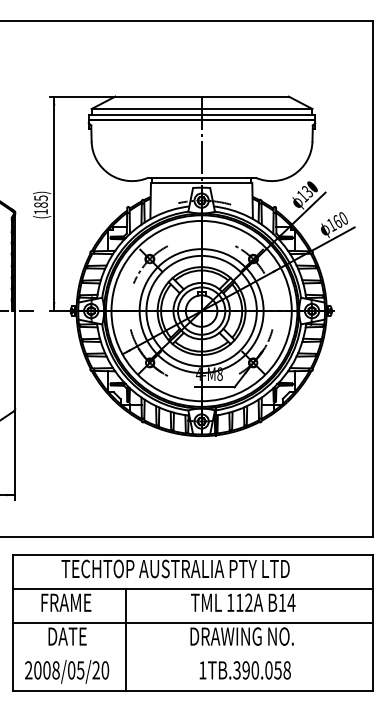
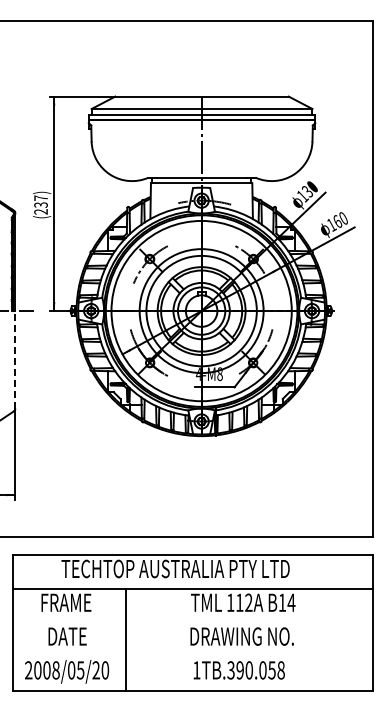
text at (40, 204): (185) -> (237)
line at (15, 359): solid -> dashed
line at (192, 623): present -> none
text at (244, 670) position: (244, 670) -> (238, 670)
